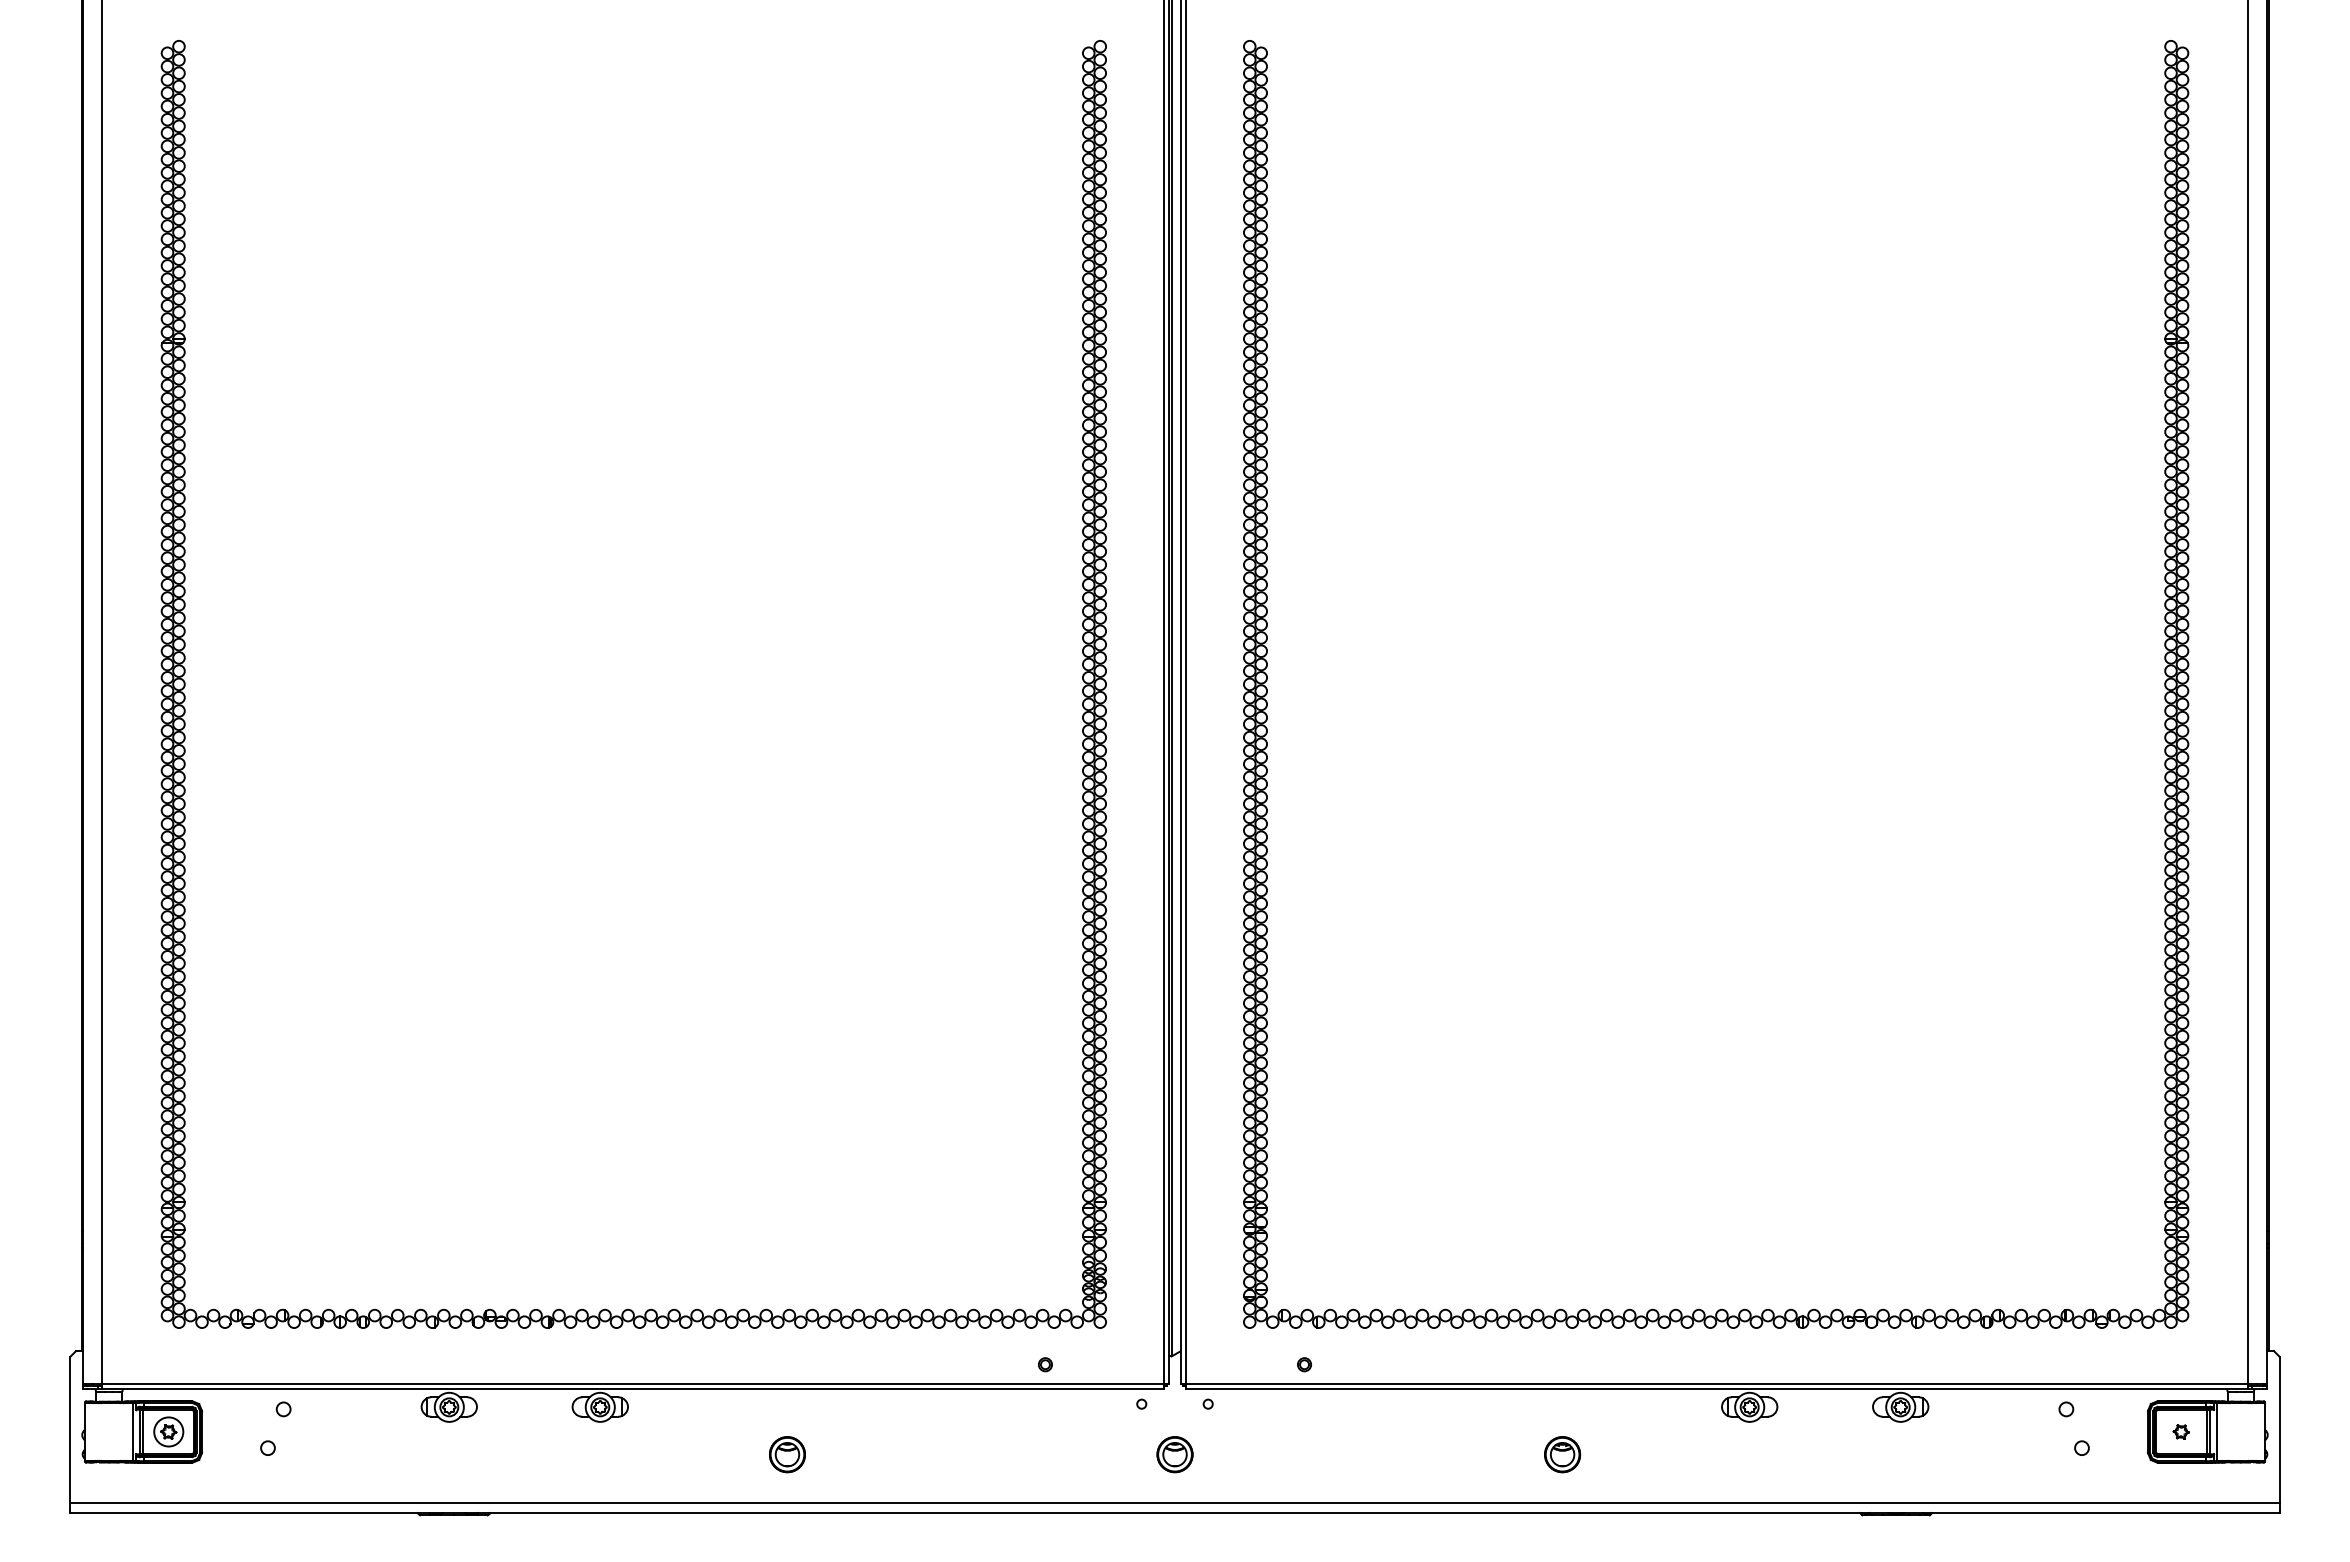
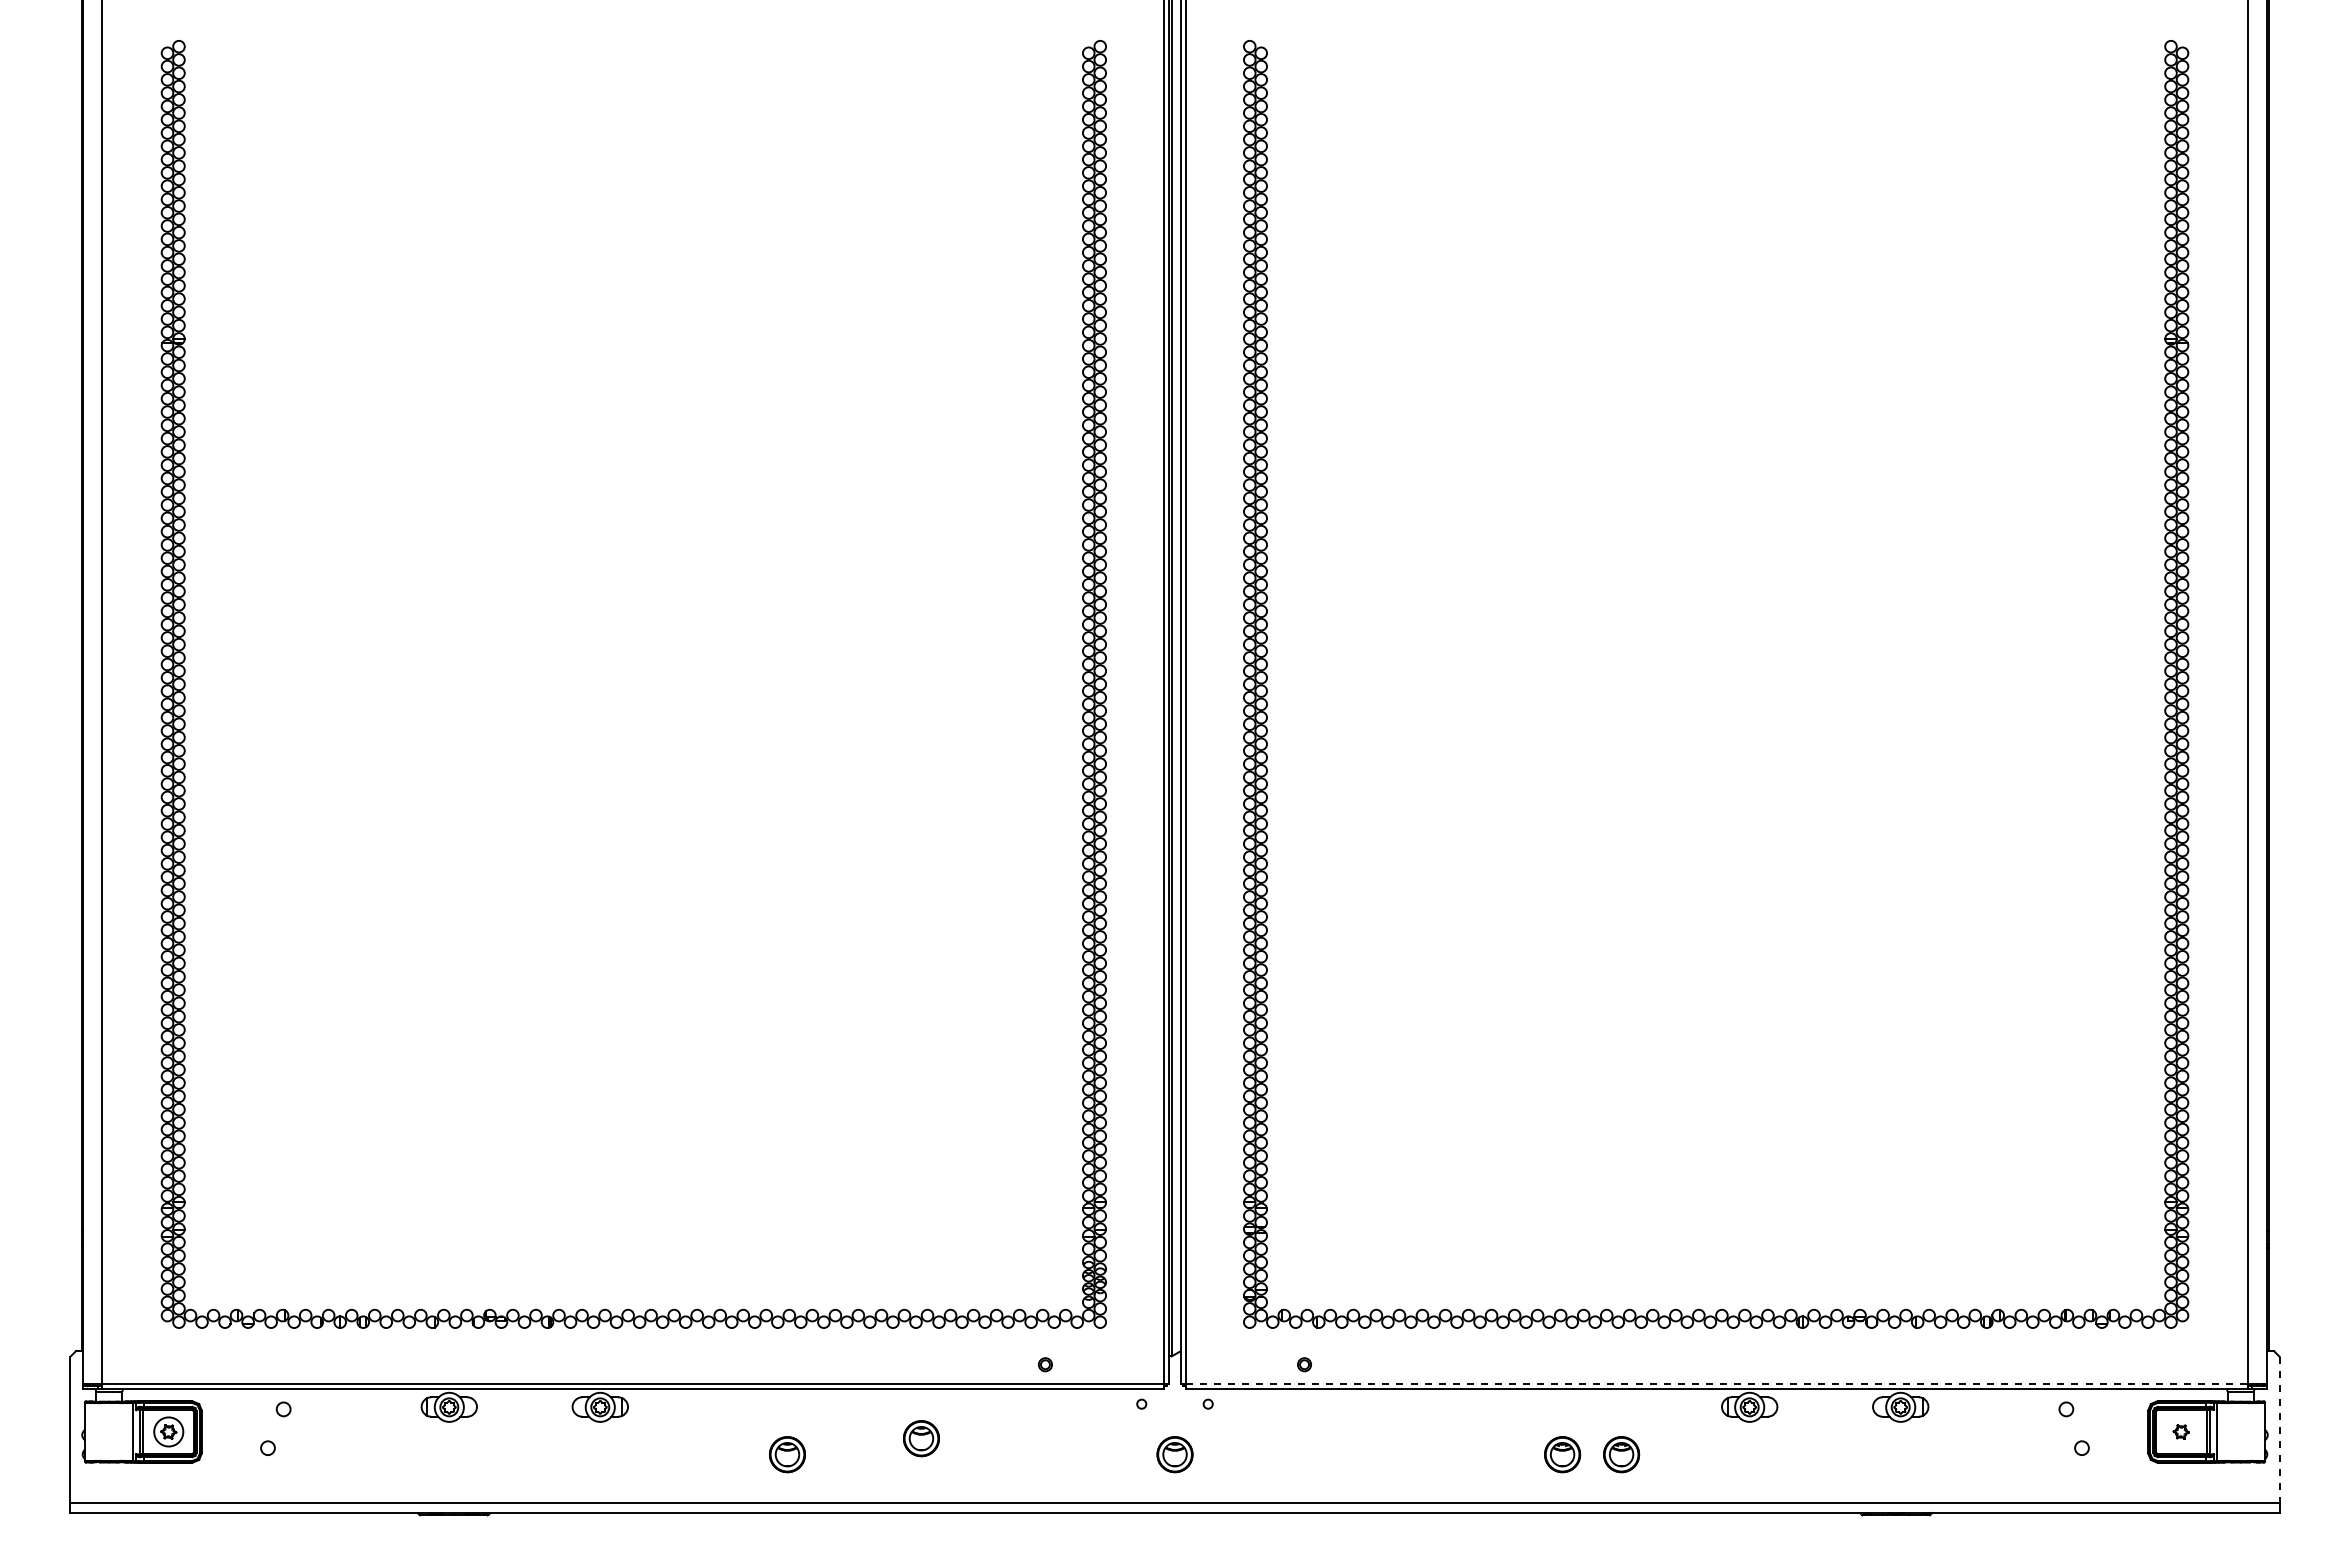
line at (1717, 1384): solid -> dashed
line at (2279, 1430): solid -> dashed
part at (921, 1438): none -> present
part at (1621, 1454): none -> present
